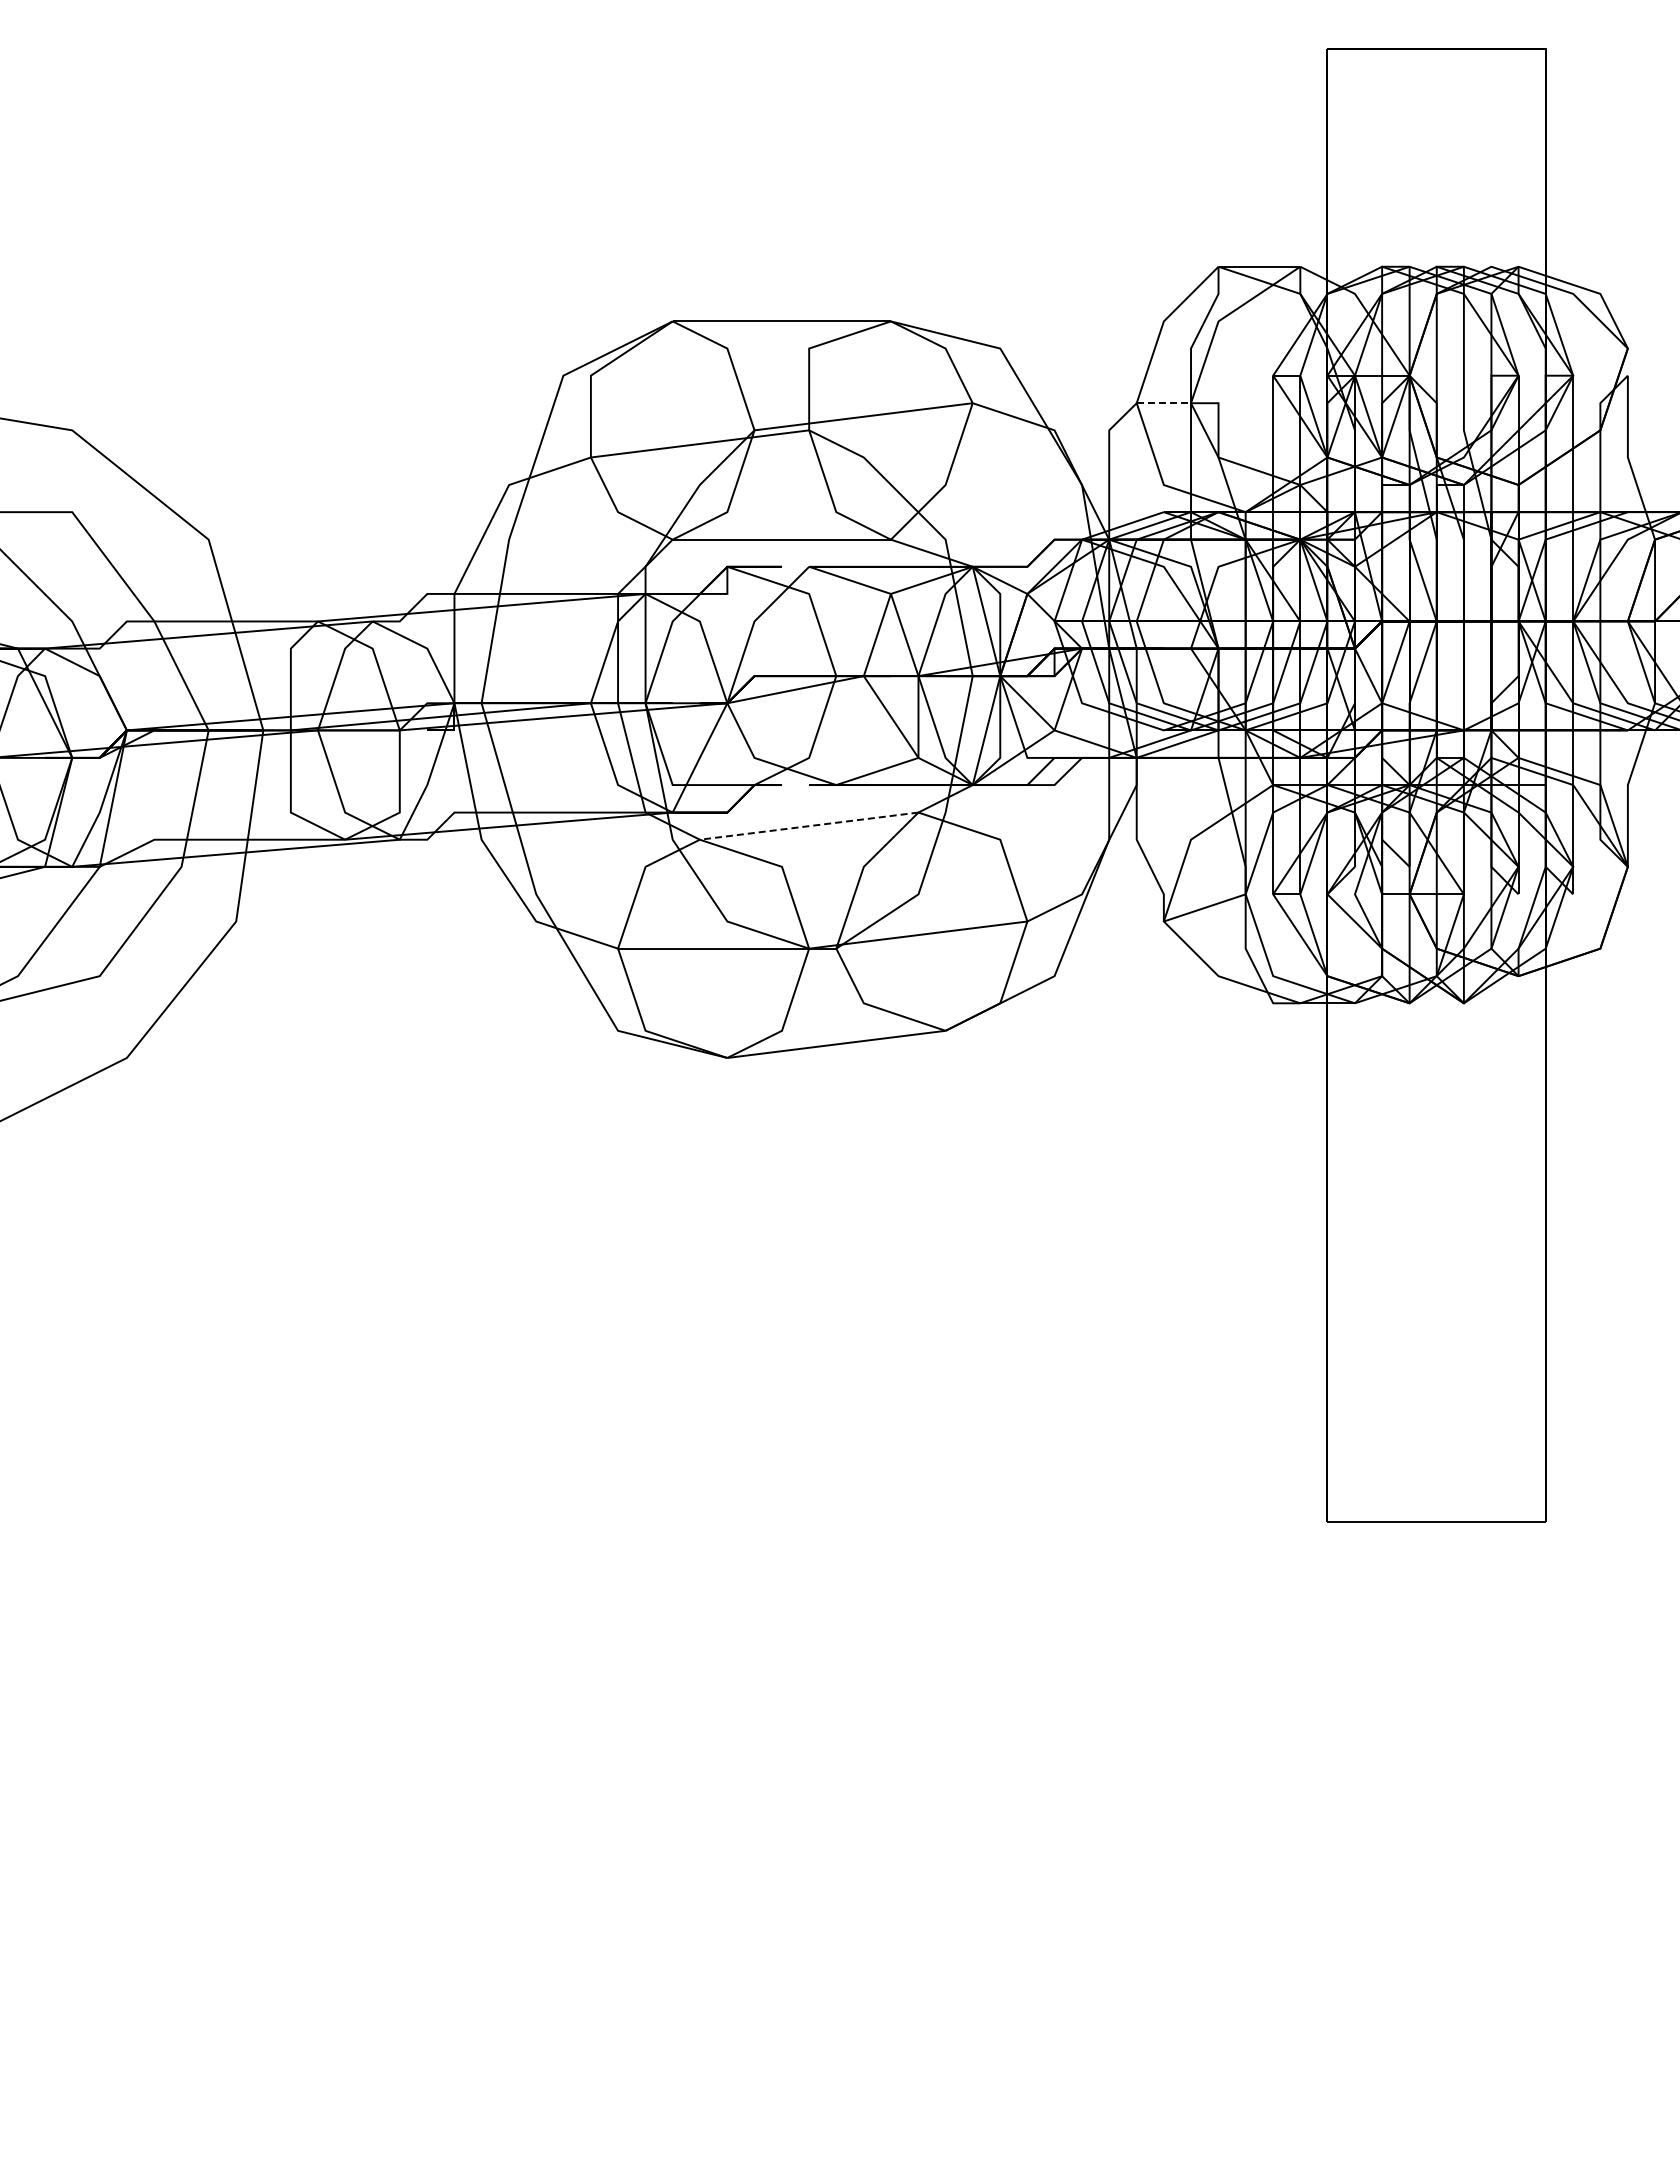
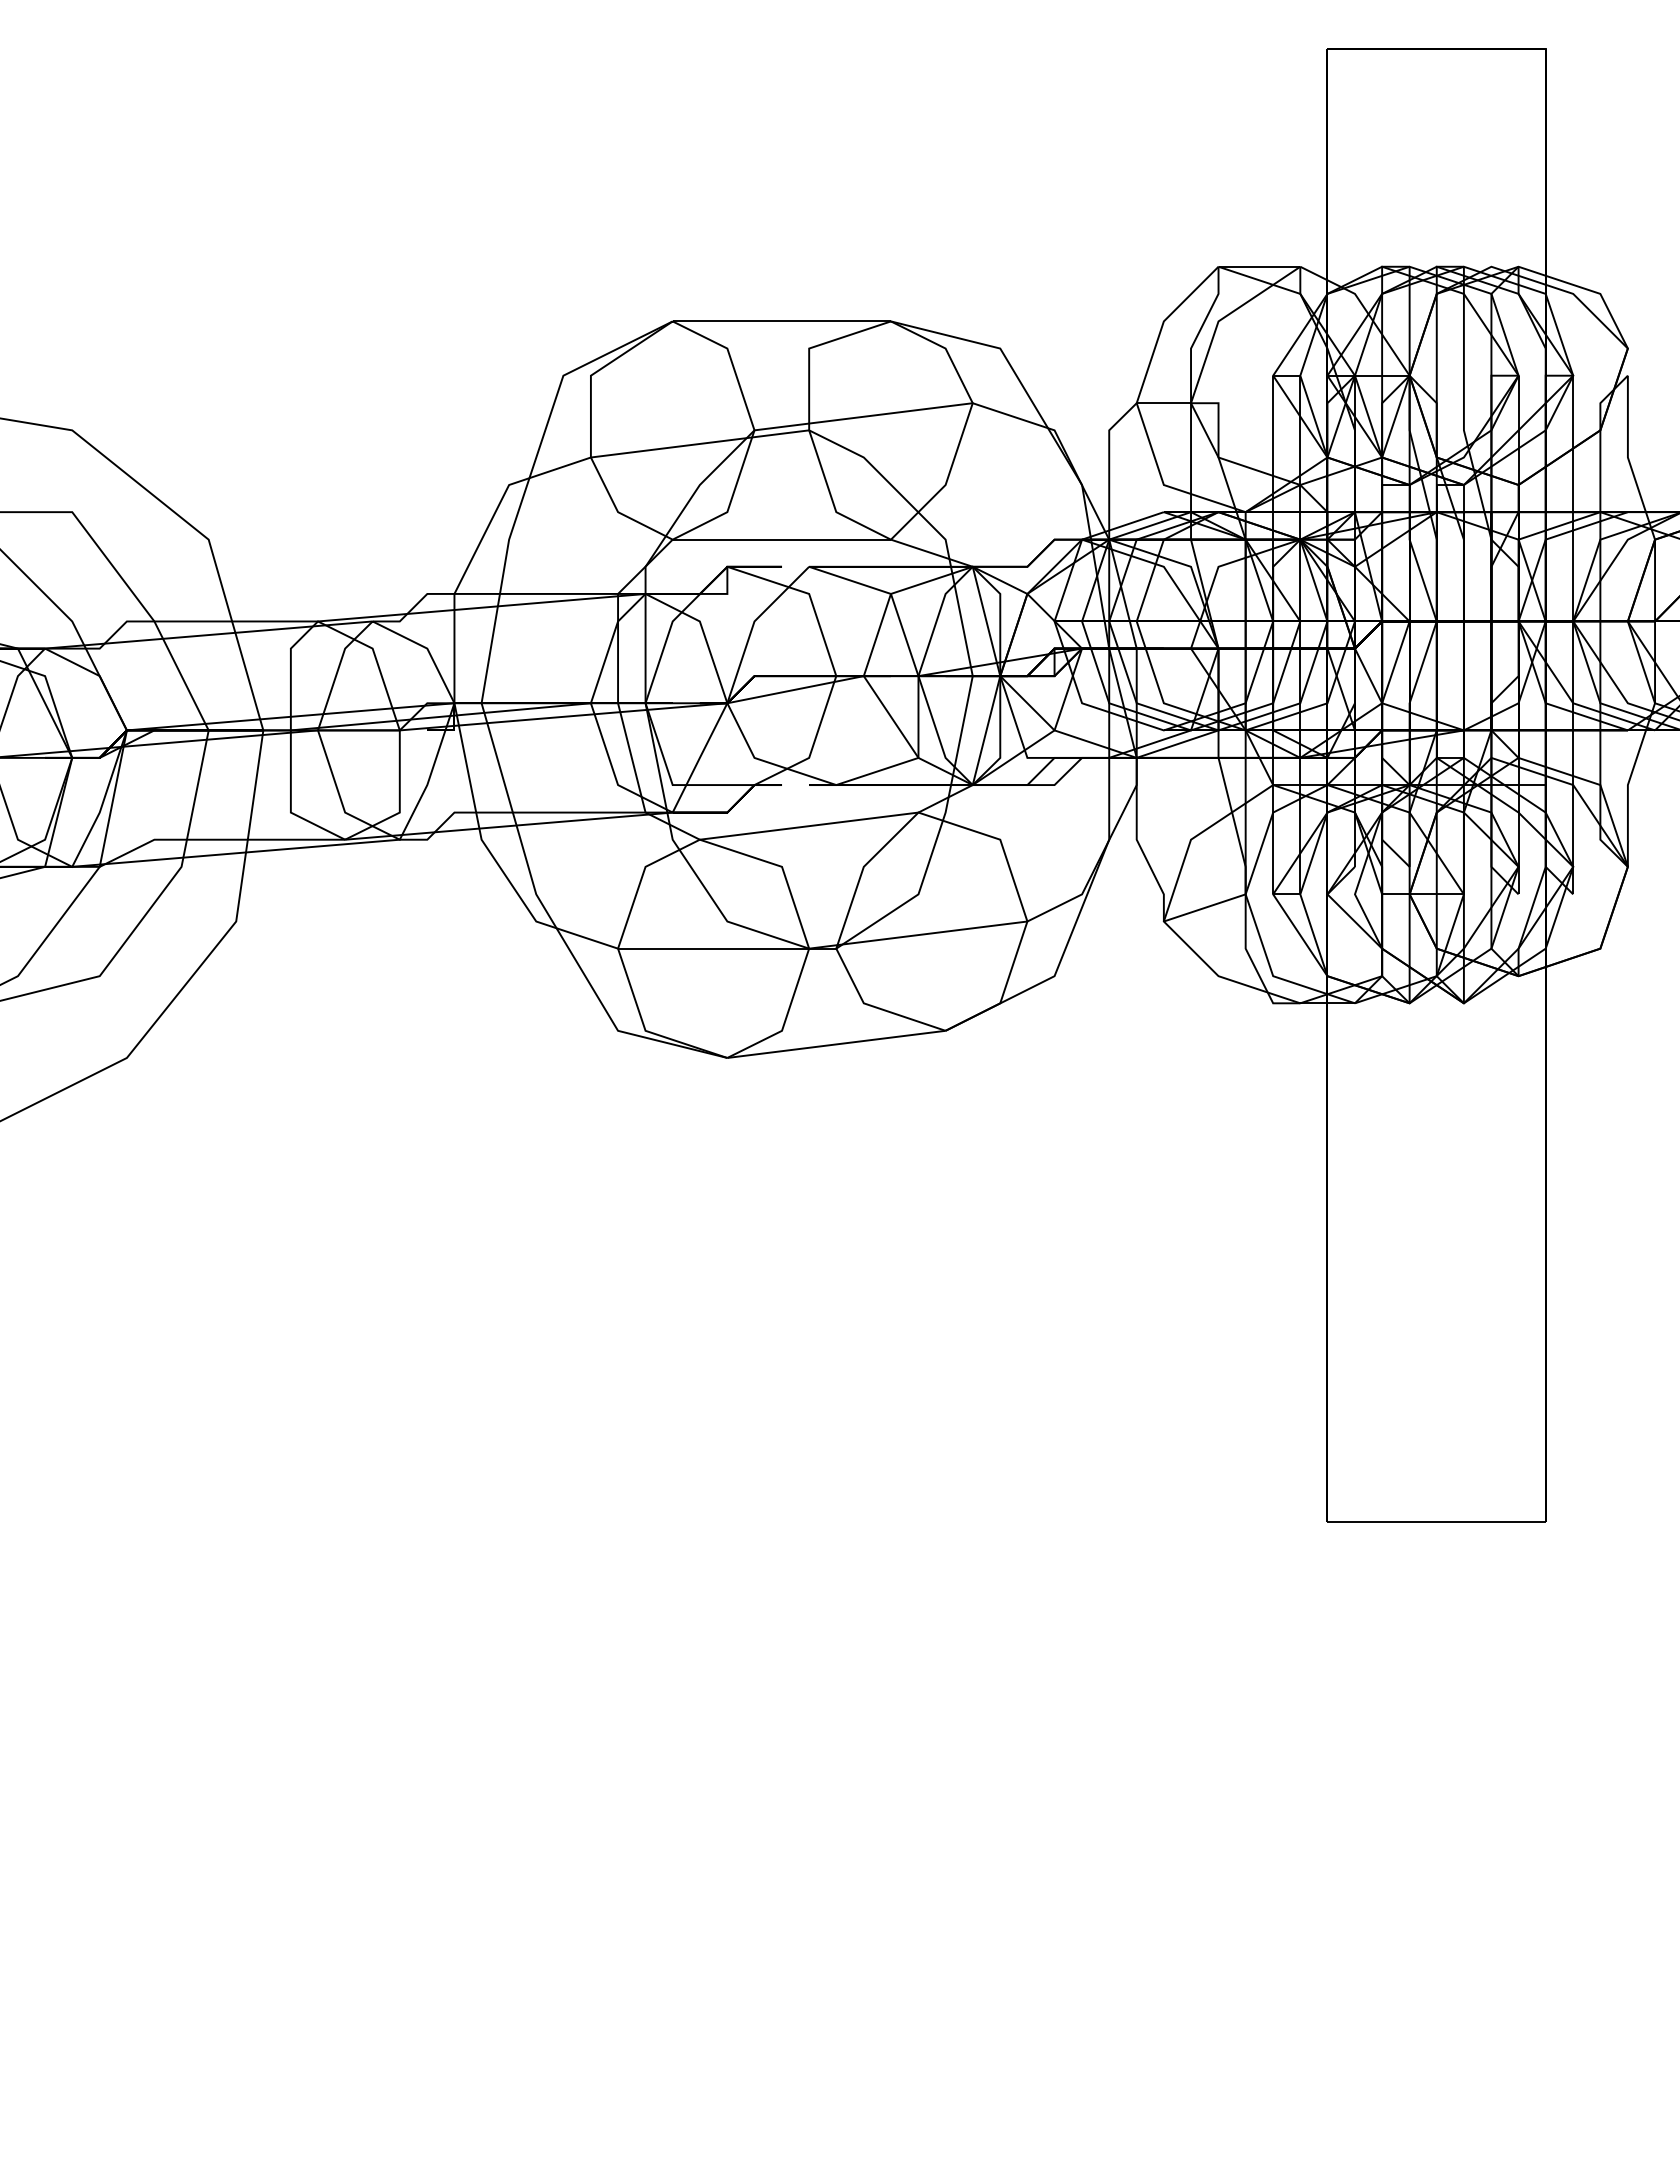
line at (1164, 403): dashed -> solid
line at (808, 826): dashed -> solid
